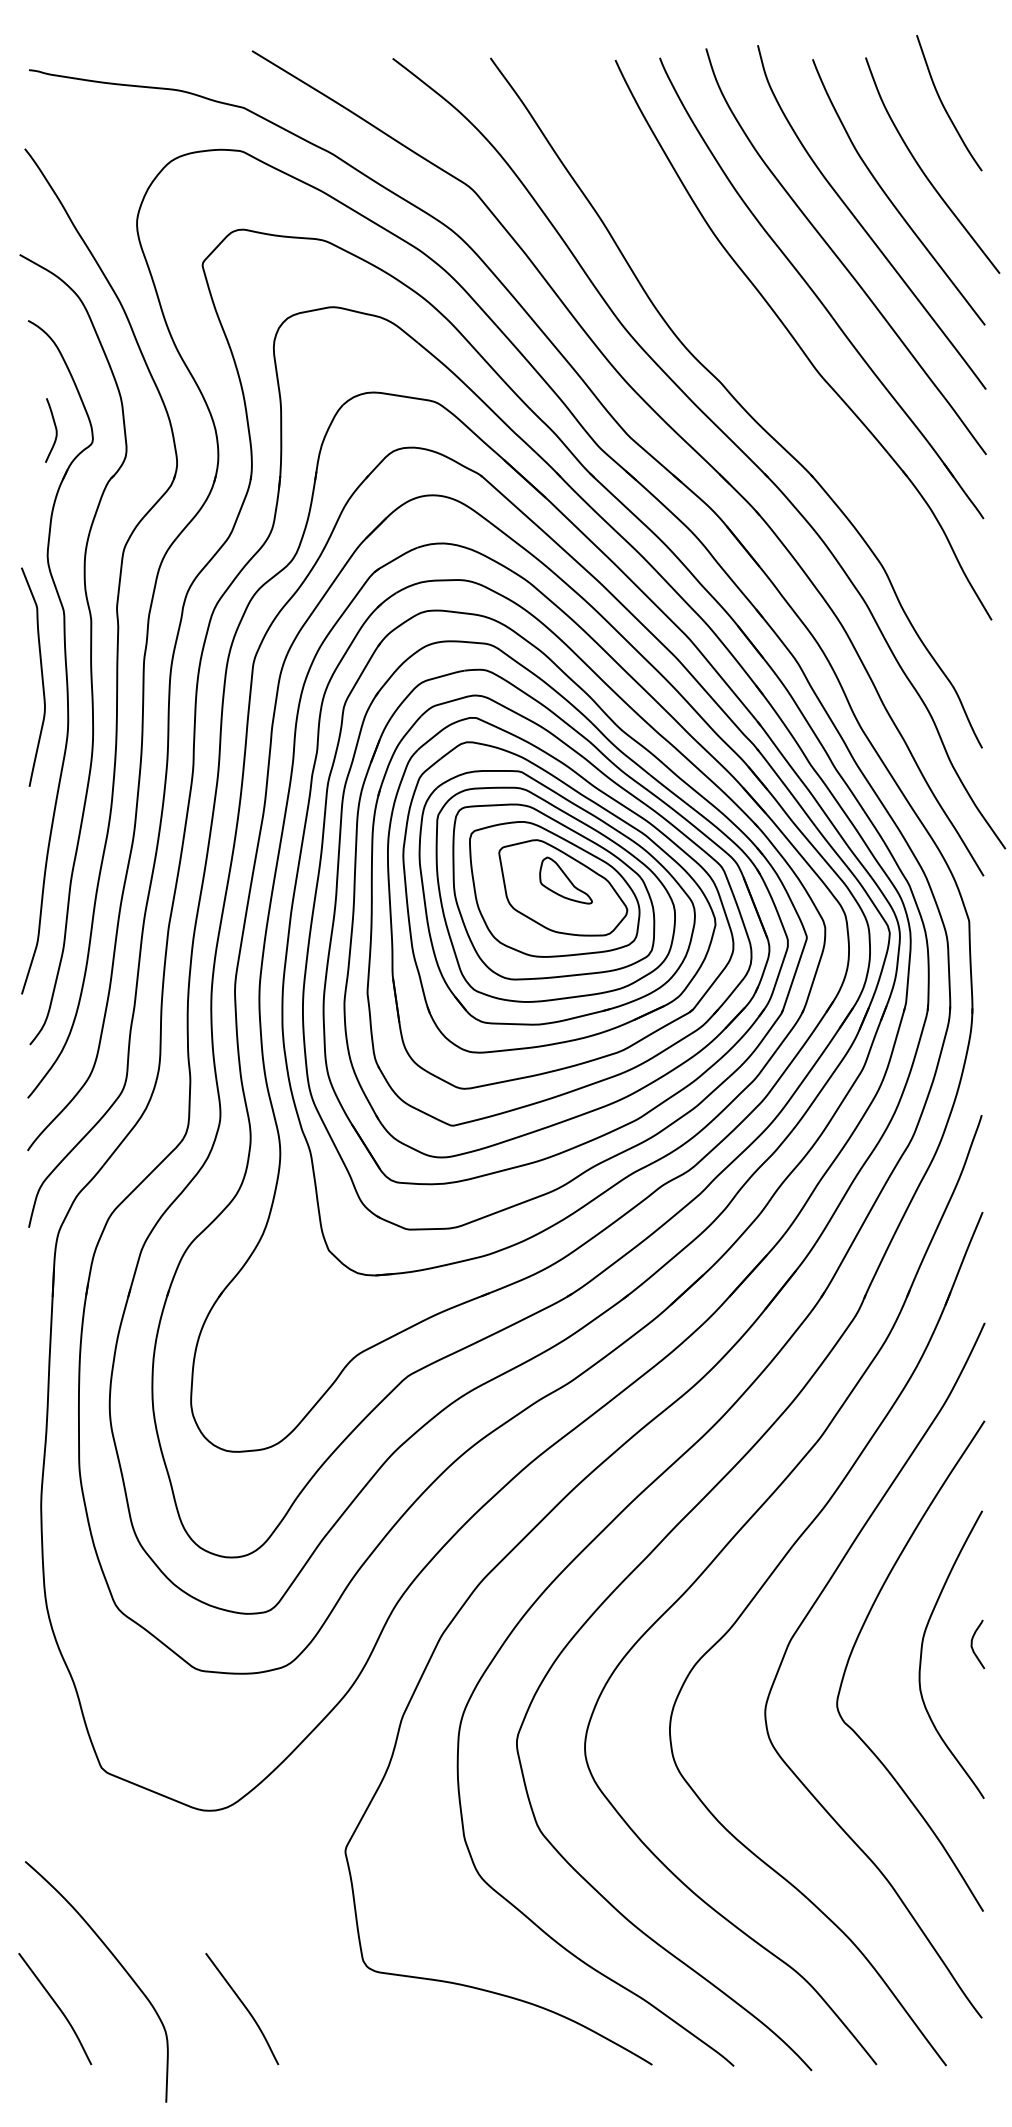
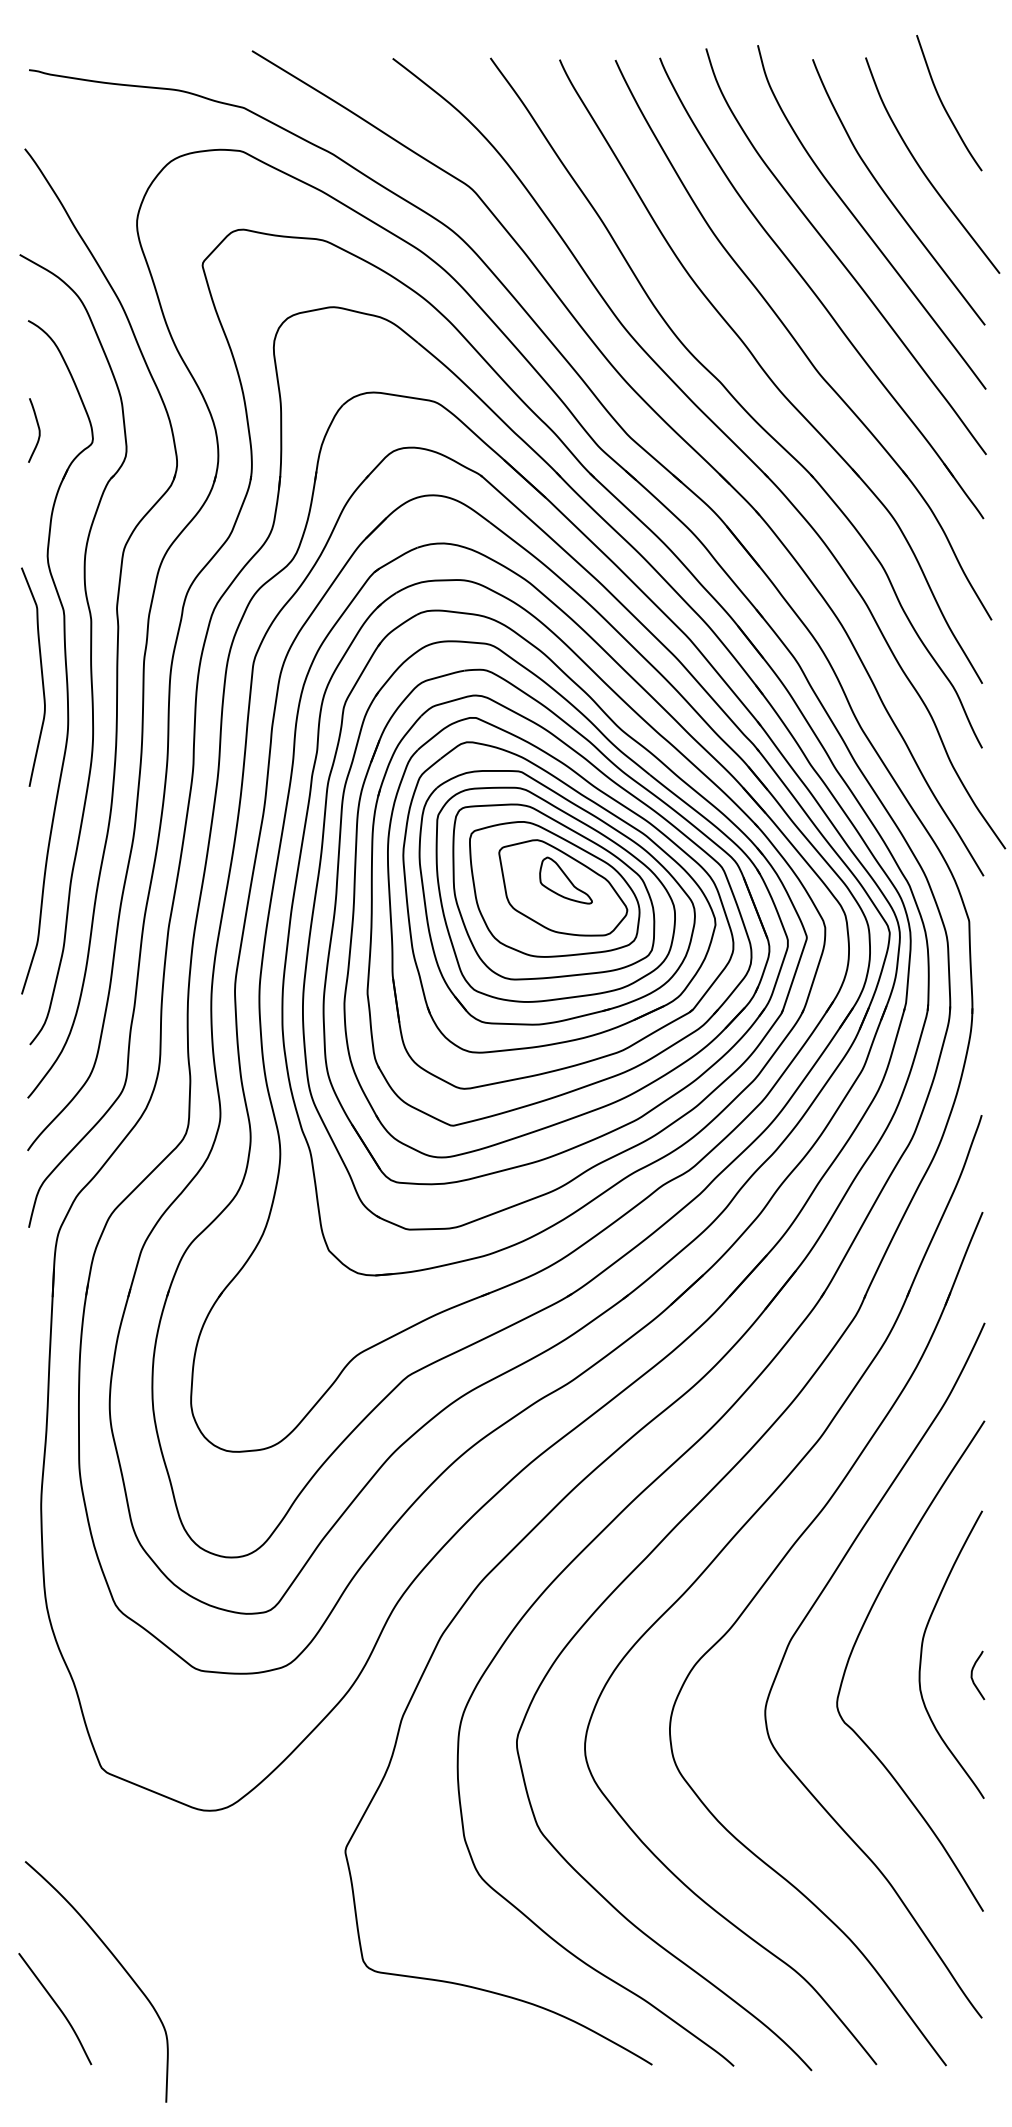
part at (770, 371): none -> present
curve at (55, 430) position: (55, 430) -> (38, 430)
curve at (972, 1644) position: (972, 1644) -> (972, 1675)
curve at (244, 2007): present -> none
